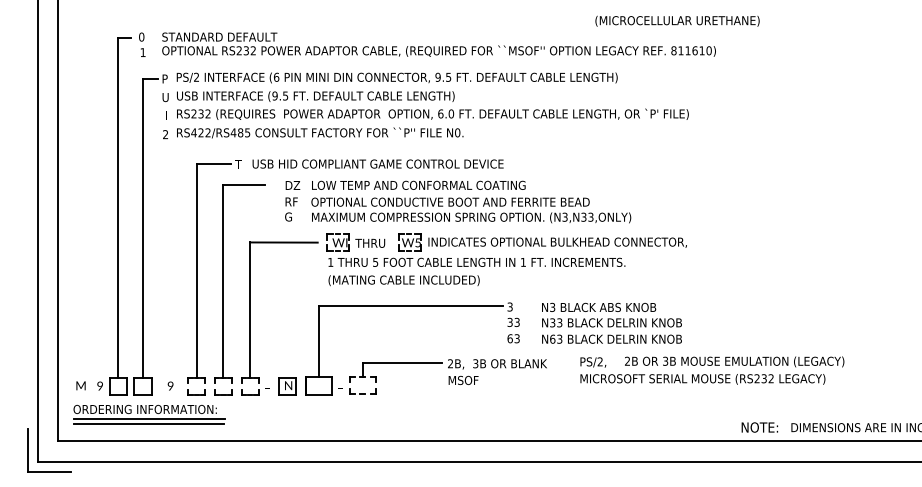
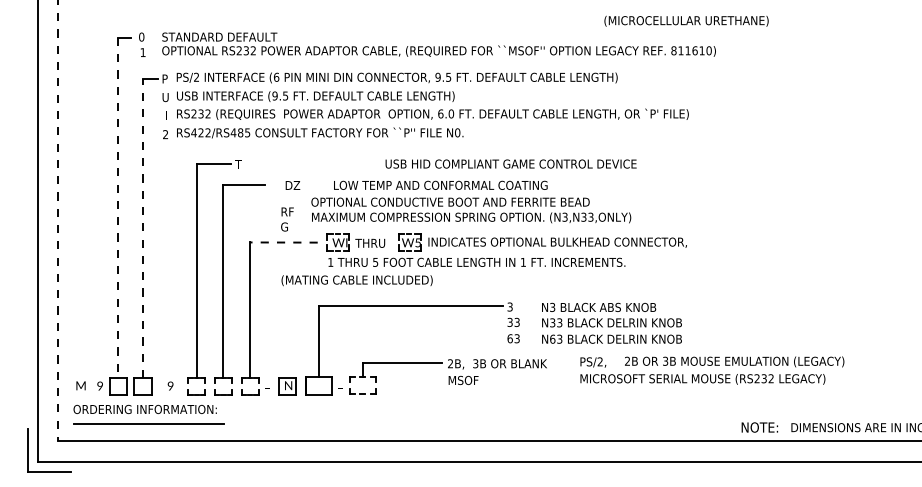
text at (677, 20) position: (677, 20) -> (686, 20)
text at (377, 163) position: (377, 163) -> (510, 163)
text at (418, 184) position: (418, 184) -> (440, 184)
line at (118, 208): solid -> dashed
text at (291, 209) position: (291, 209) -> (287, 219)
line at (58, 221): solid -> dashed
line at (143, 228): solid -> dashed
line at (283, 242): solid -> dashed
text at (403, 280) position: (403, 280) -> (356, 280)
line at (148, 419): present -> none
